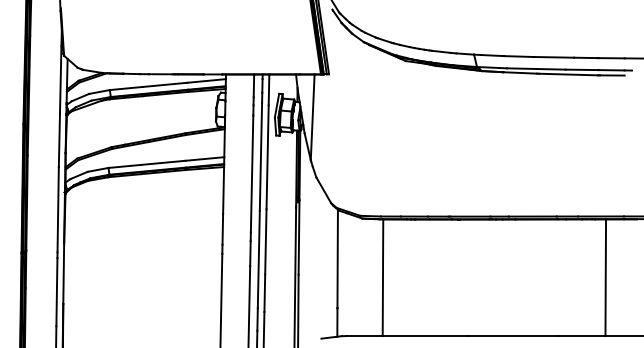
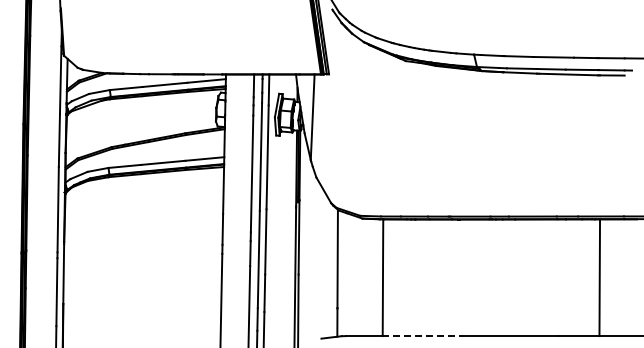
line at (605, 277) position: (605, 277) -> (599, 277)
line at (424, 336): solid -> dashed
